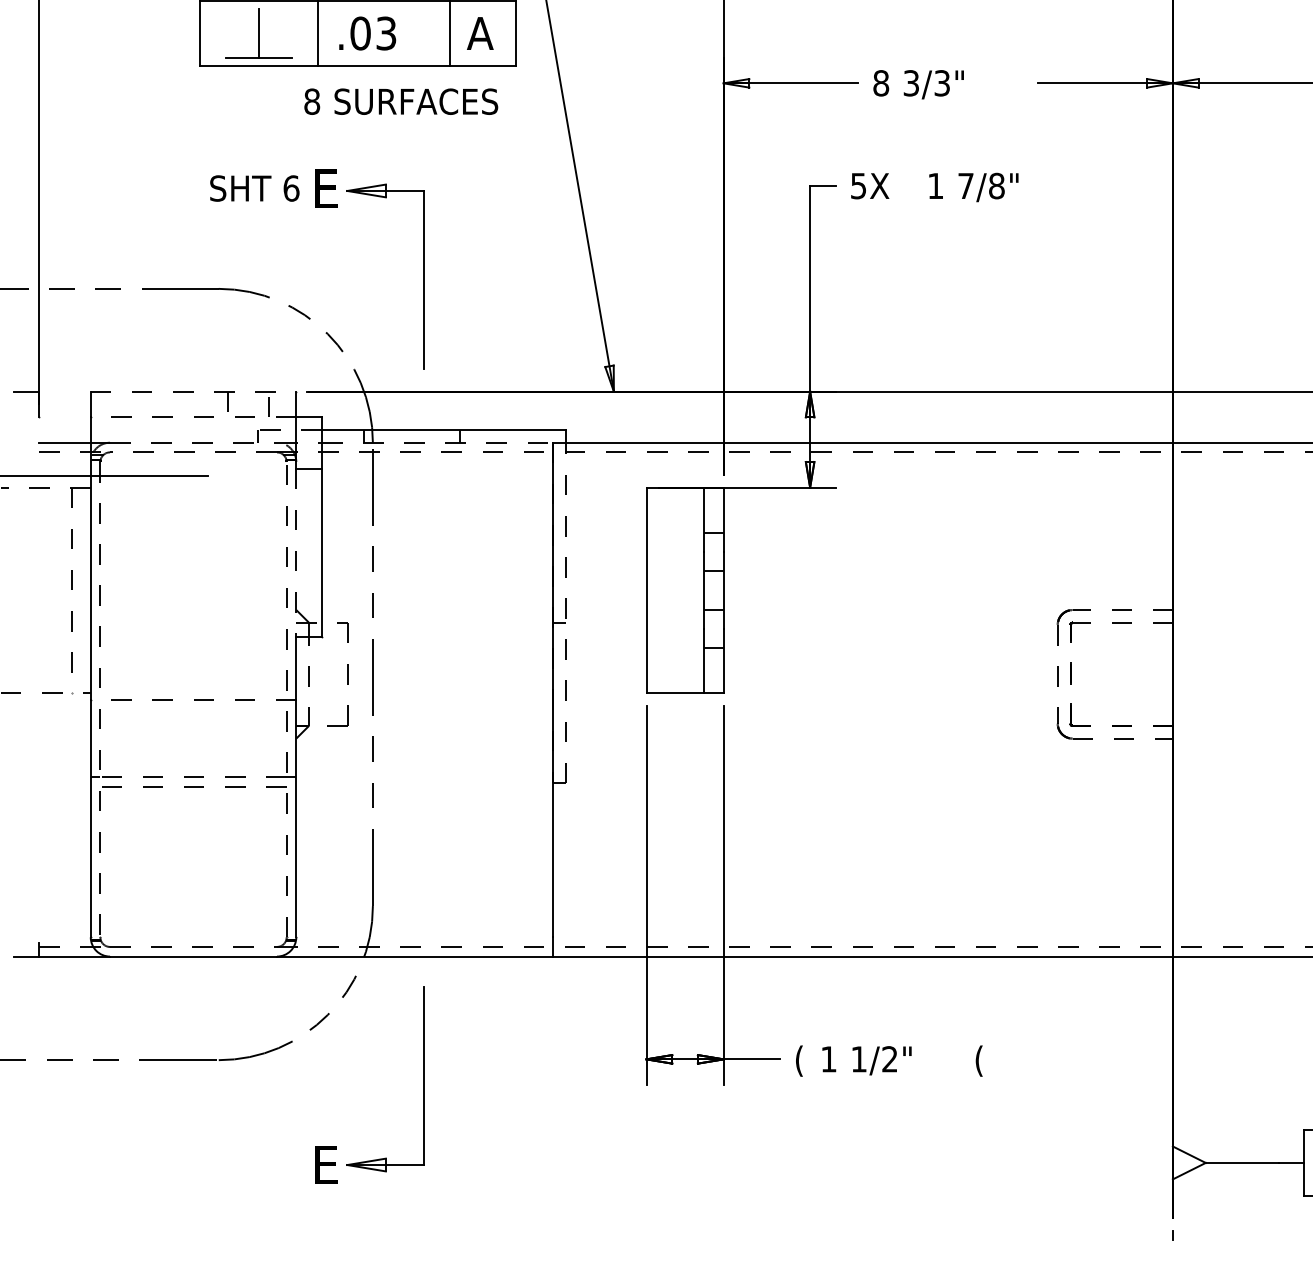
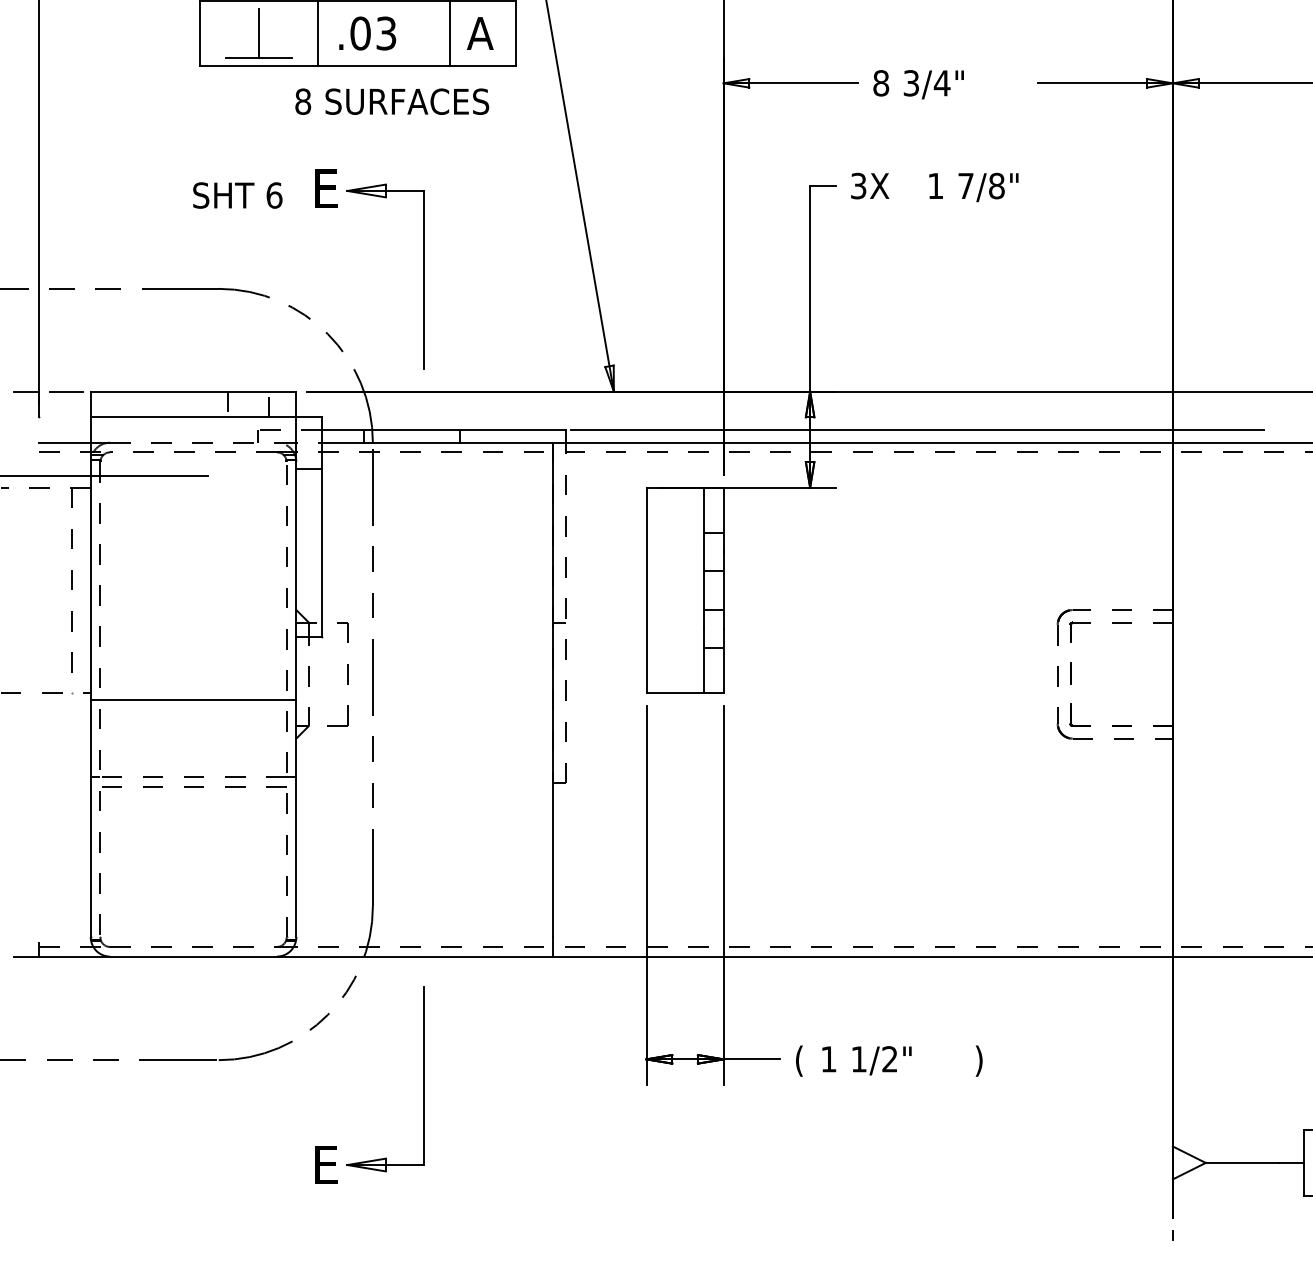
text at (941, 83): 3/3" -> 3/4"
text at (401, 101) position: (401, 101) -> (392, 101)
text at (858, 185): 5X -> 3X
text at (254, 188) position: (254, 188) -> (237, 195)
line at (66, 391): none -> present
line at (193, 391): dashed -> solid
line at (193, 417): dashed -> solid
line at (916, 429): none -> present
line at (437, 442): dashed -> solid
line at (296, 553): dashed -> solid
line at (193, 699): dashed -> solid
text at (978, 1060): ( -> )
